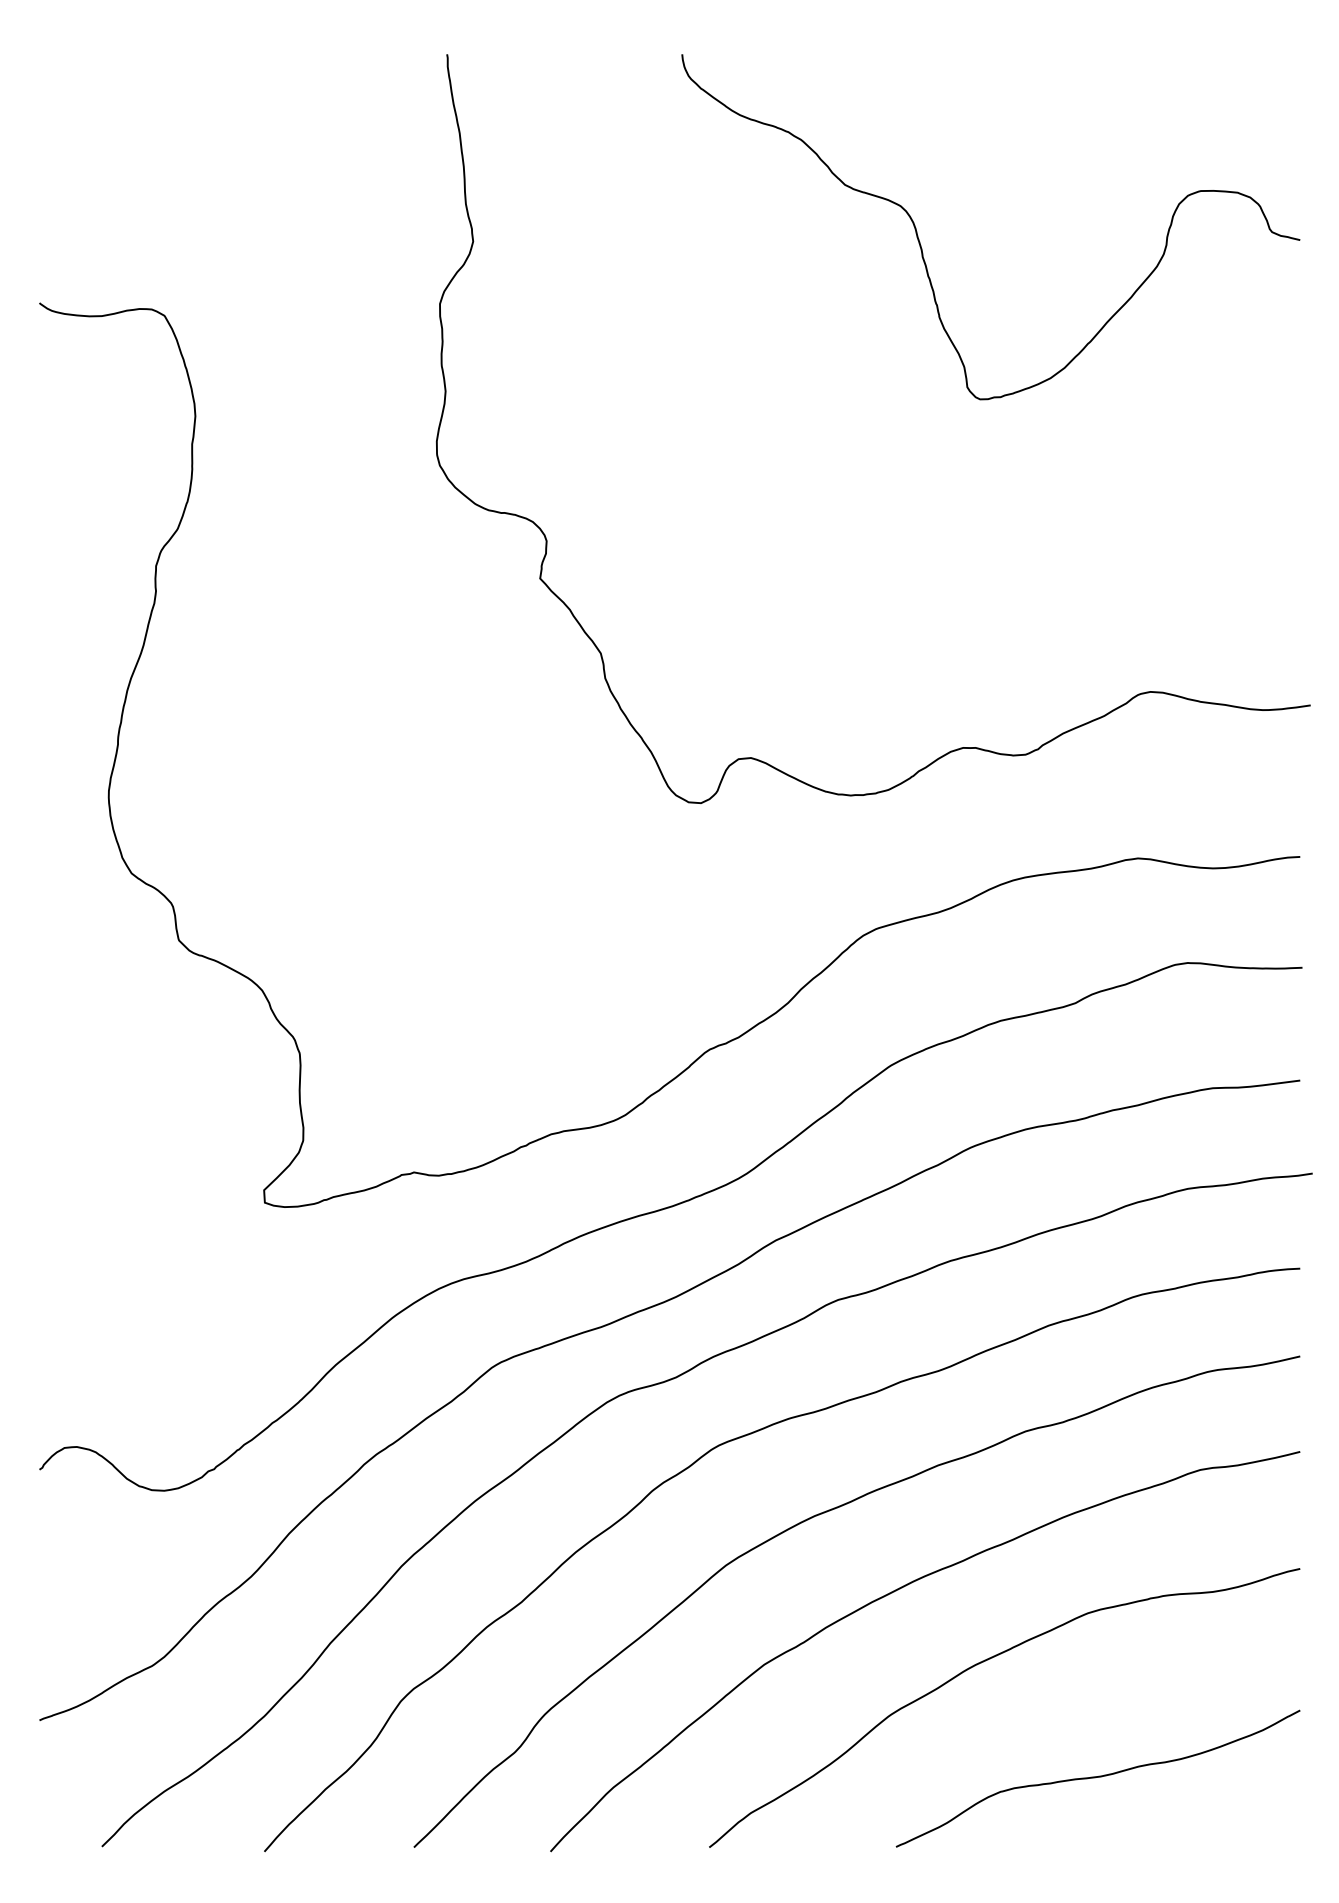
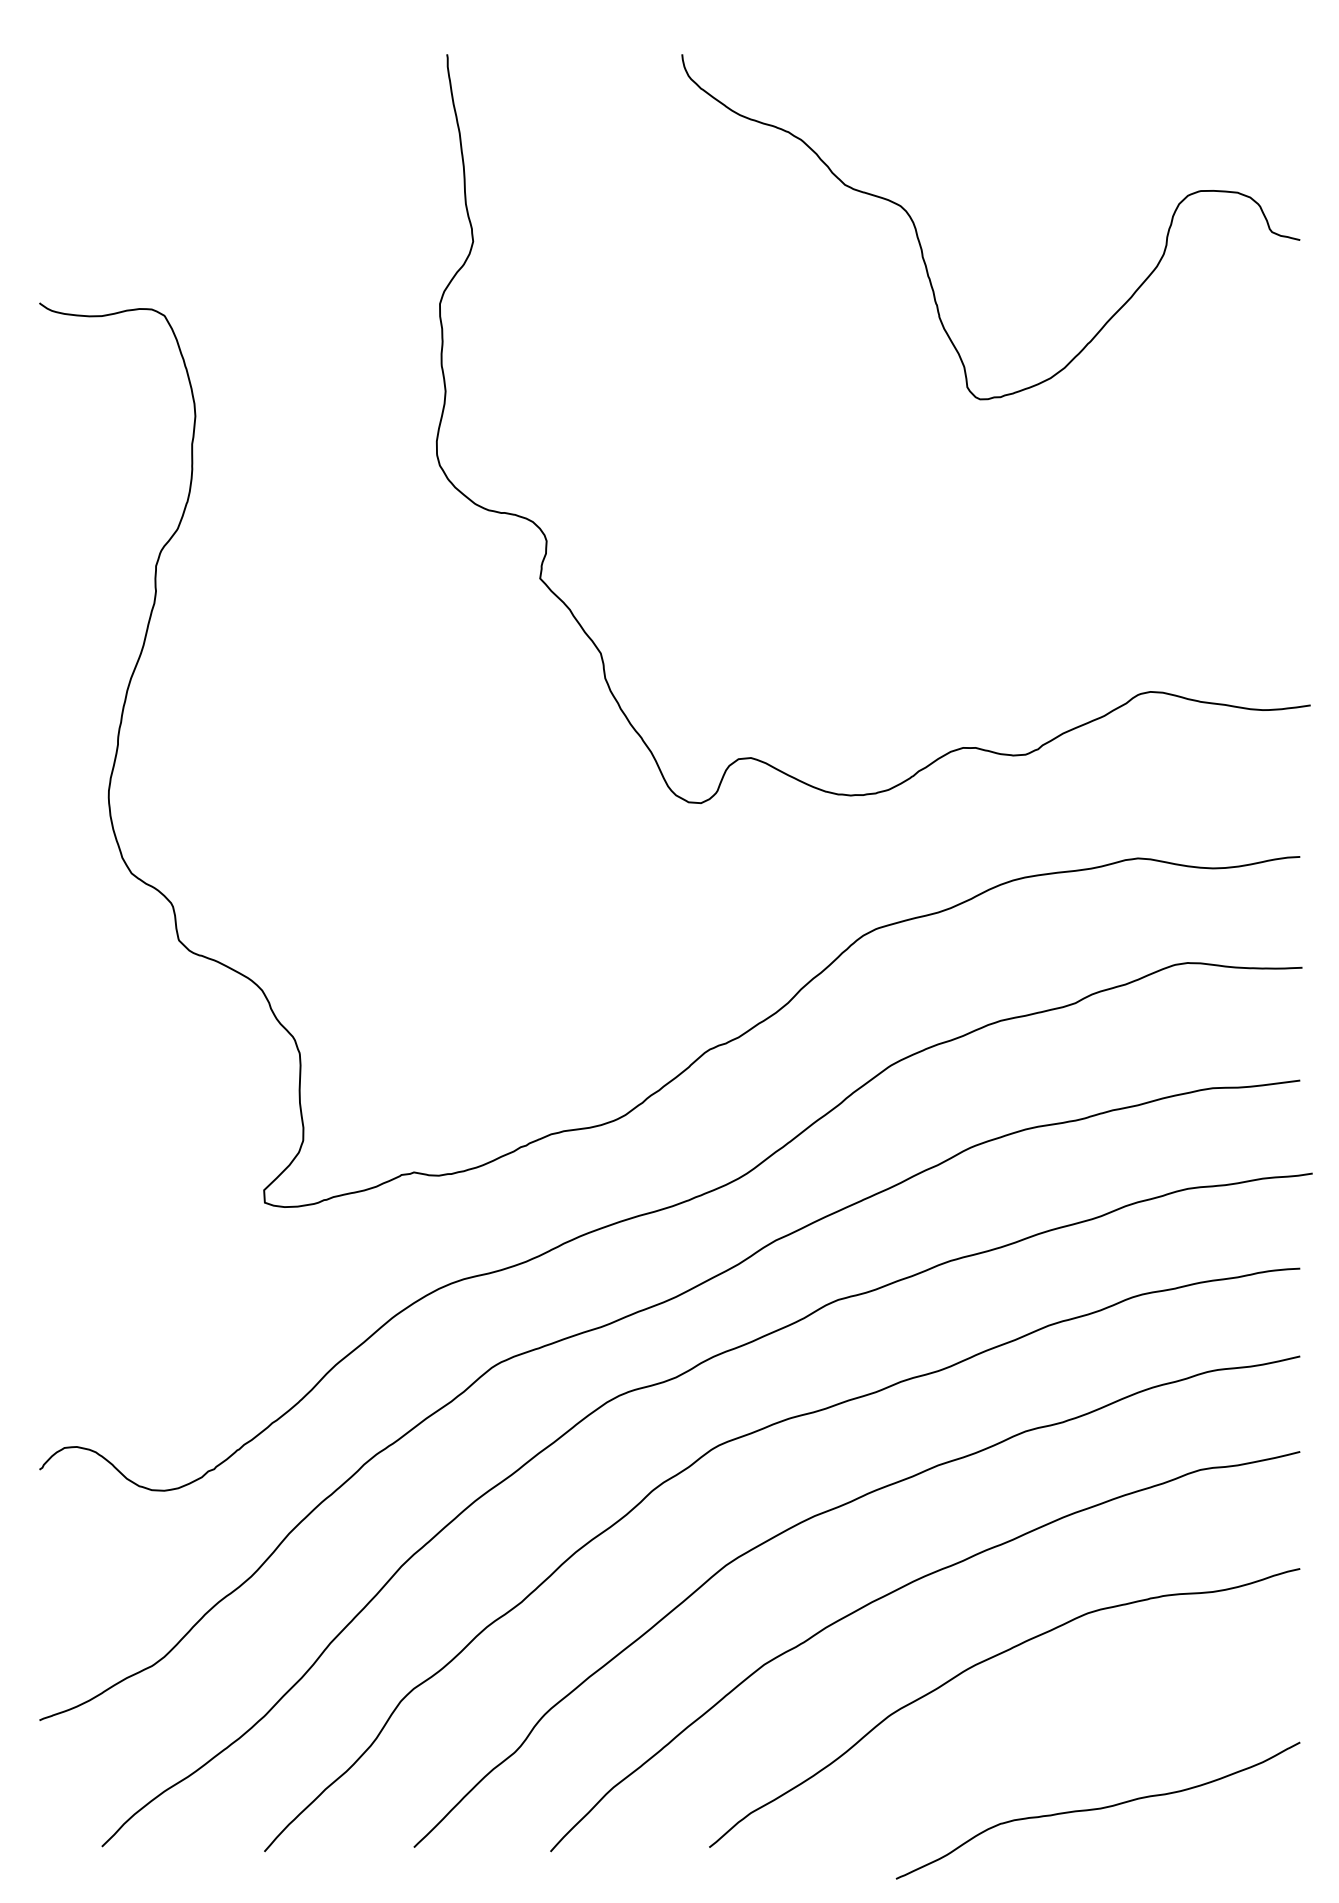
curve at (1097, 1777) position: (1097, 1777) -> (1097, 1809)
